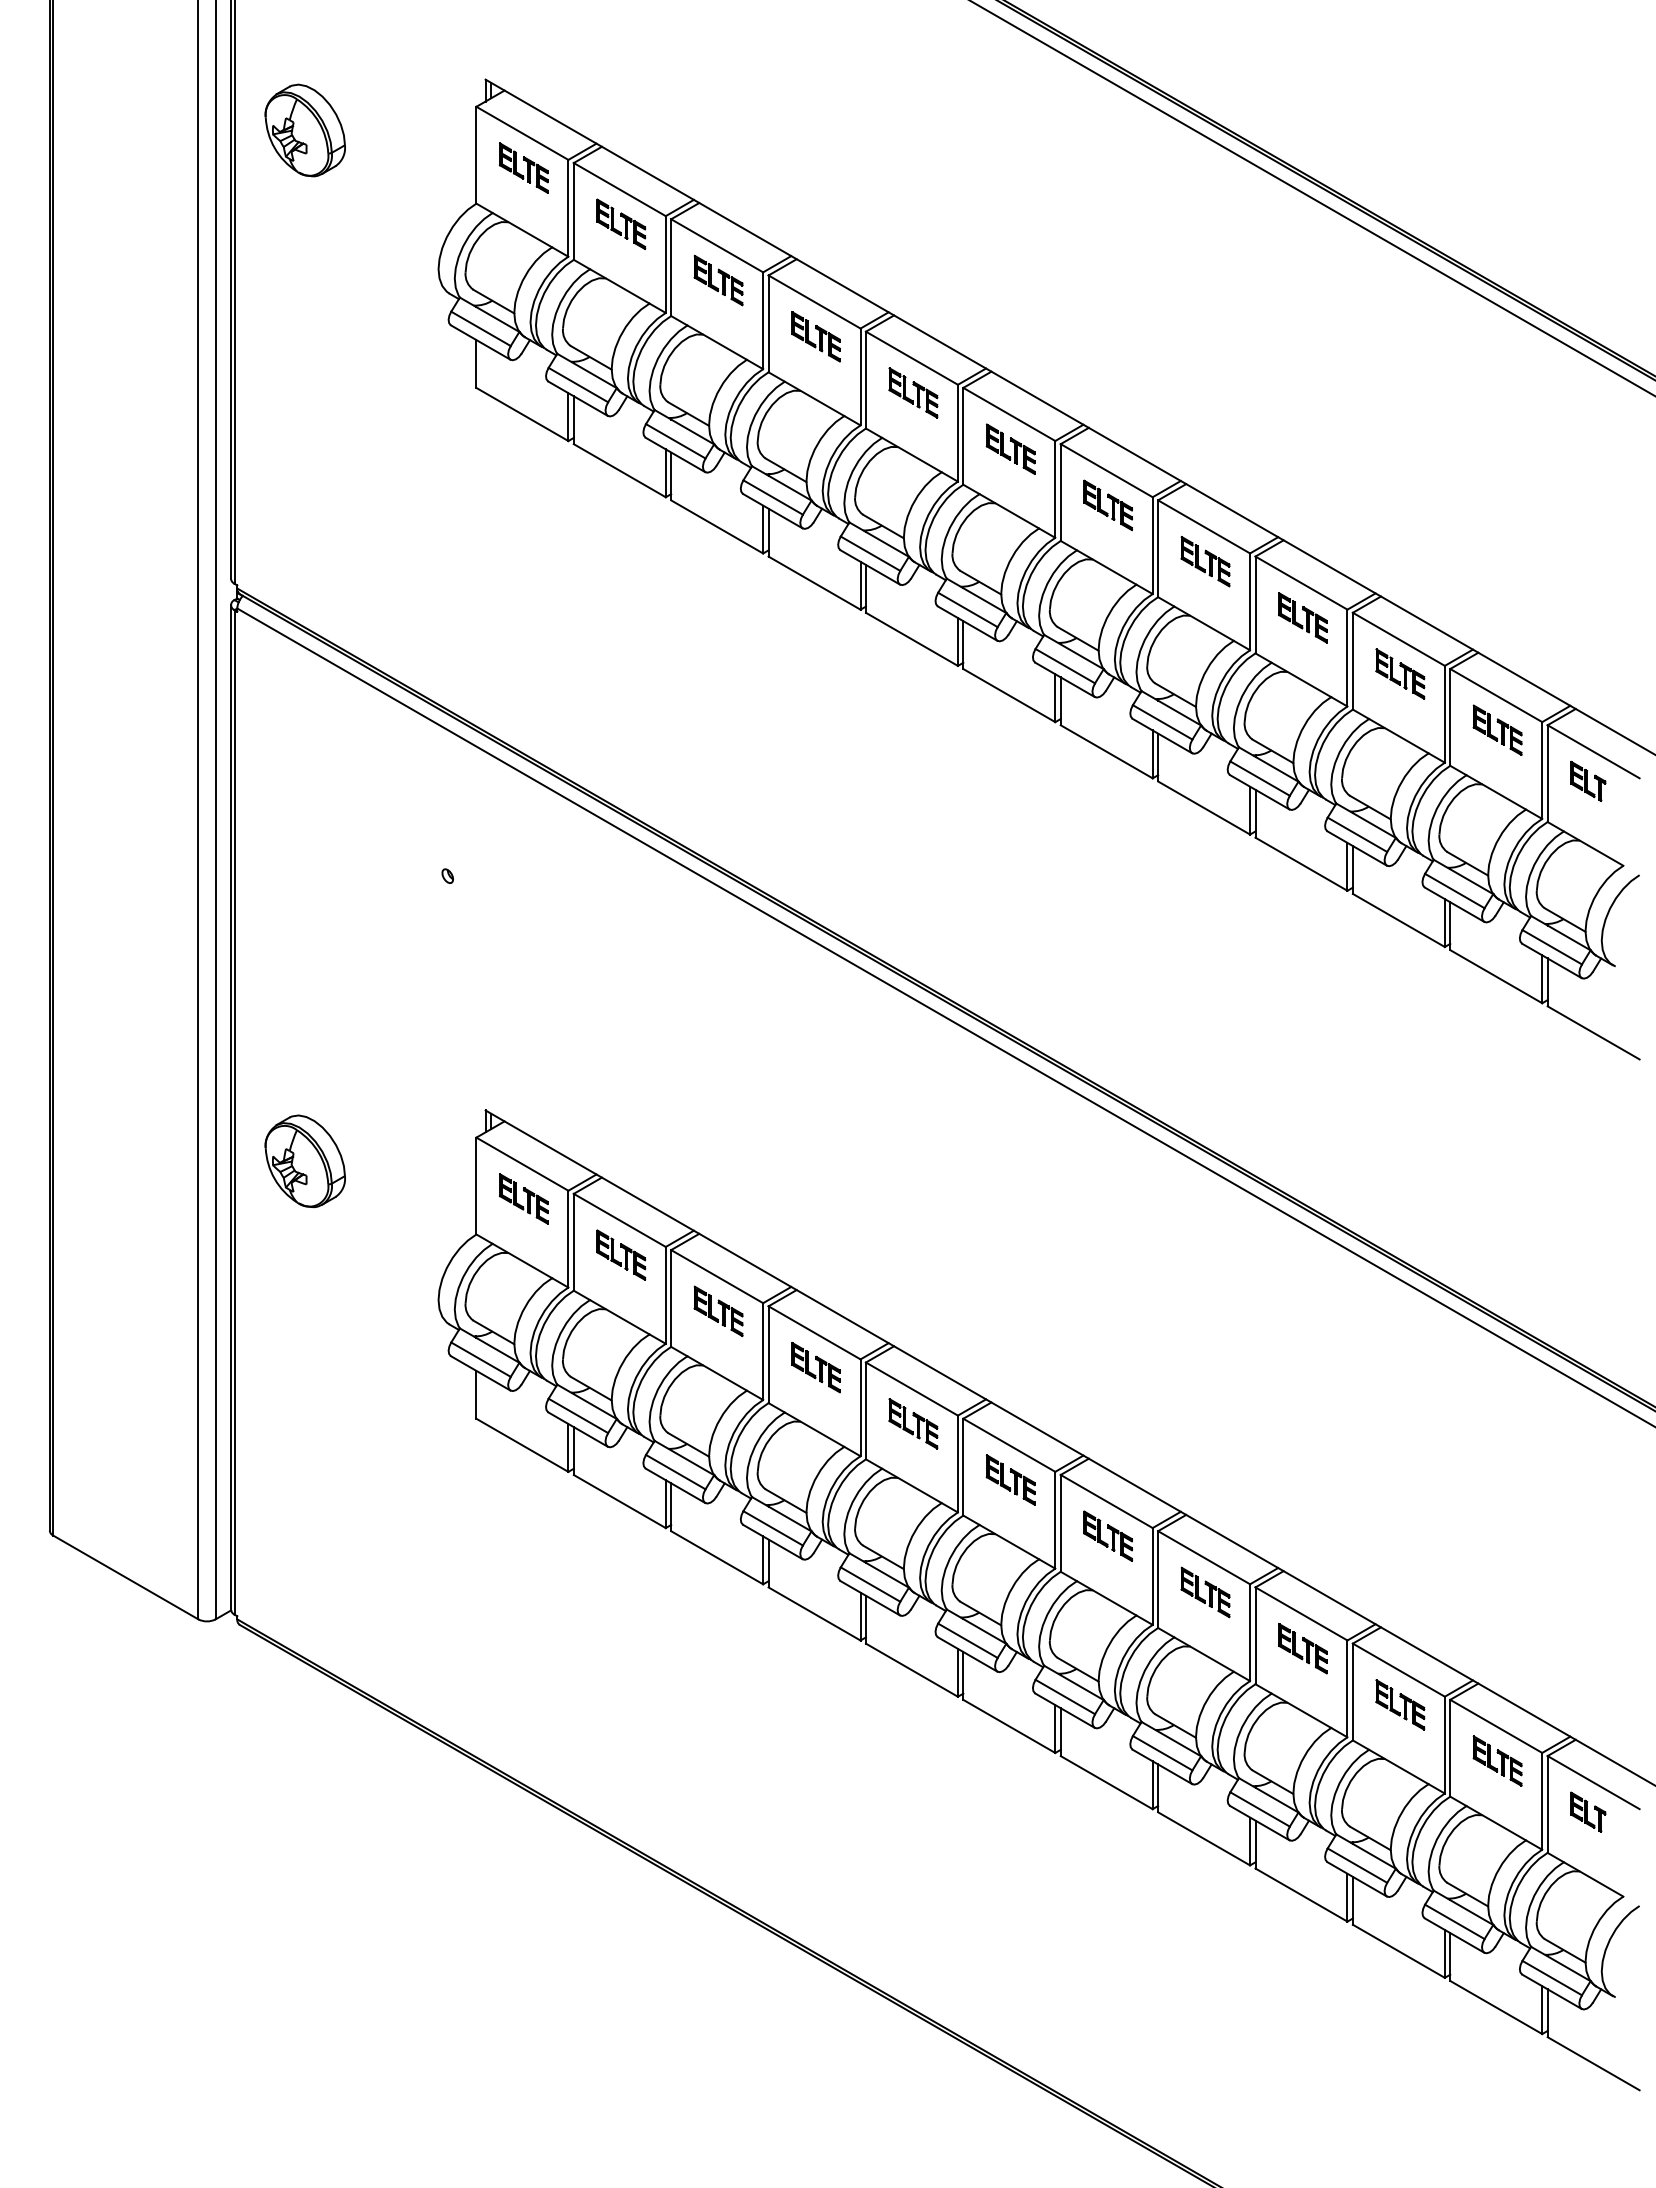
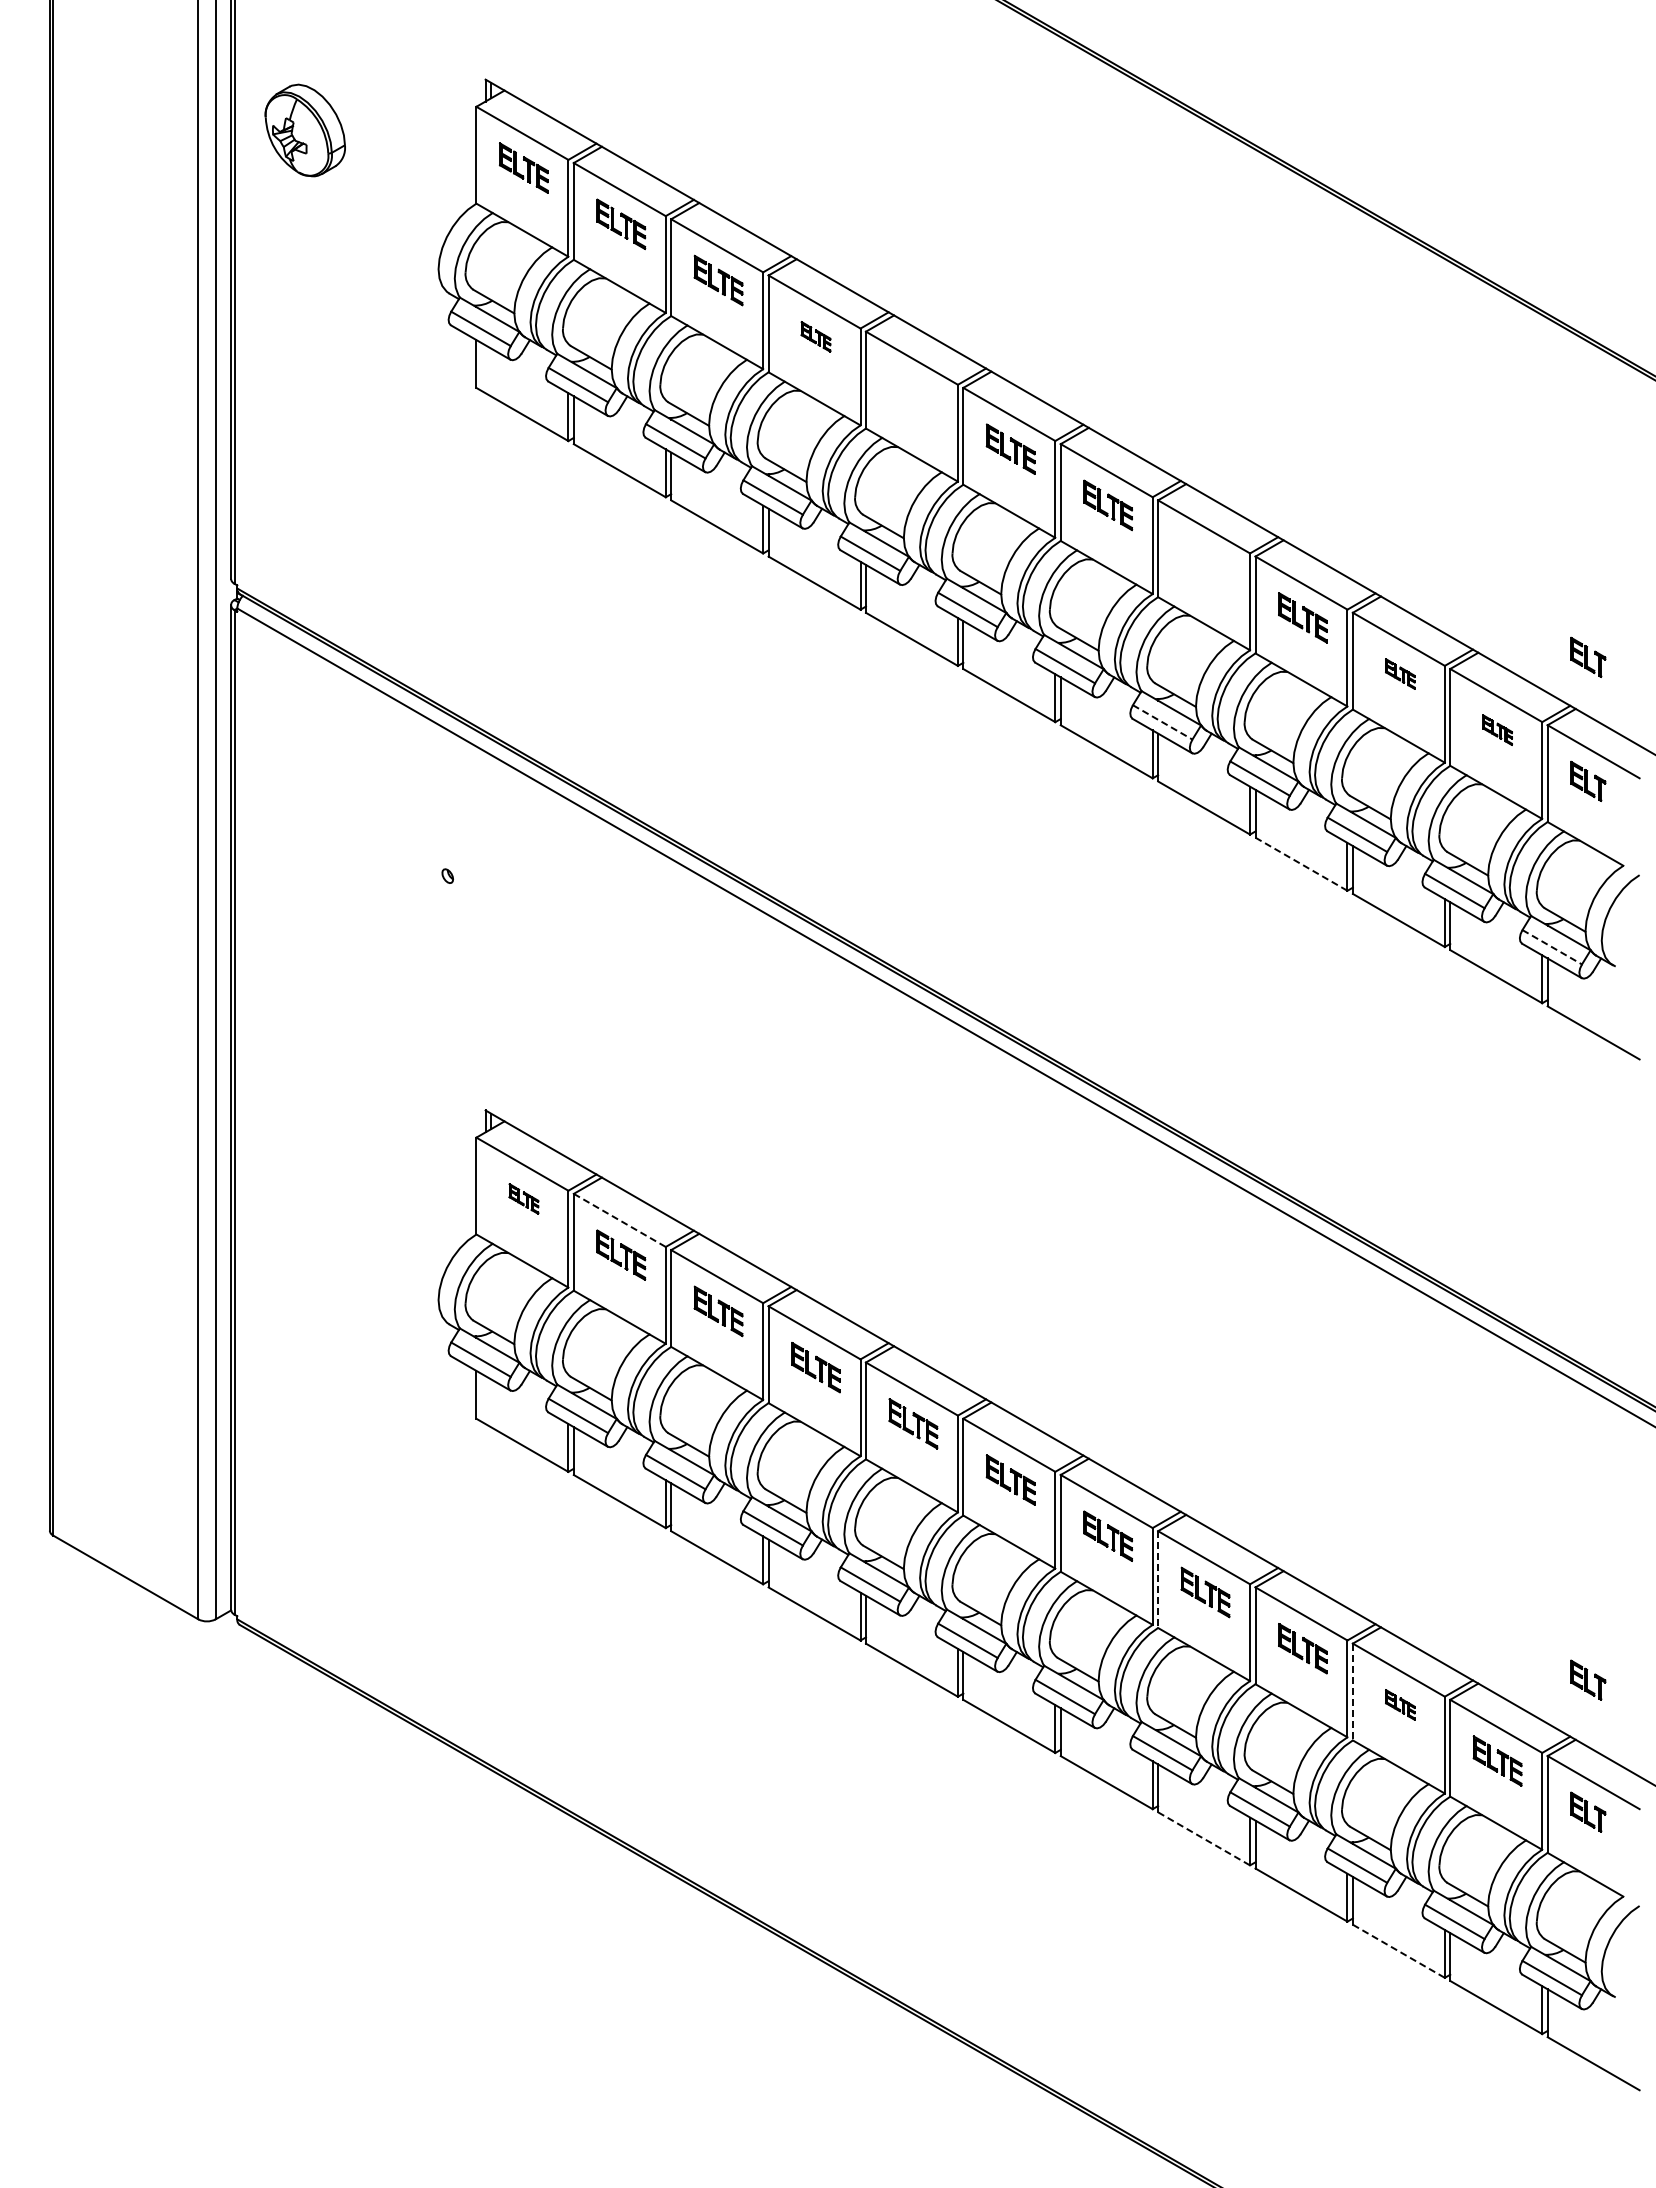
line at (1312, 198): present -> none
part at (815, 336) size: 50x52 px -> 32x32 px
part at (913, 392): present -> none
part at (1205, 561): present -> none
part at (1588, 656): none -> present
part at (1400, 673) size: 51x52 px -> 31x32 px
line at (1163, 722): solid -> dashed
part at (1497, 729) size: 51x52 px -> 31x32 px
line at (1301, 864): solid -> dashed
line at (1552, 947): solid -> dashed
part at (304, 1161): present -> none
part at (523, 1198) size: 50x52 px -> 32x32 px
line at (620, 1220): solid -> dashed
line at (1158, 1580): solid -> dashed
part at (1588, 1679): none -> present
line at (1352, 1692): solid -> dashed
part at (1400, 1704) size: 51x52 px -> 31x32 px
line at (1204, 1839): solid -> dashed
line at (1399, 1951): solid -> dashed
